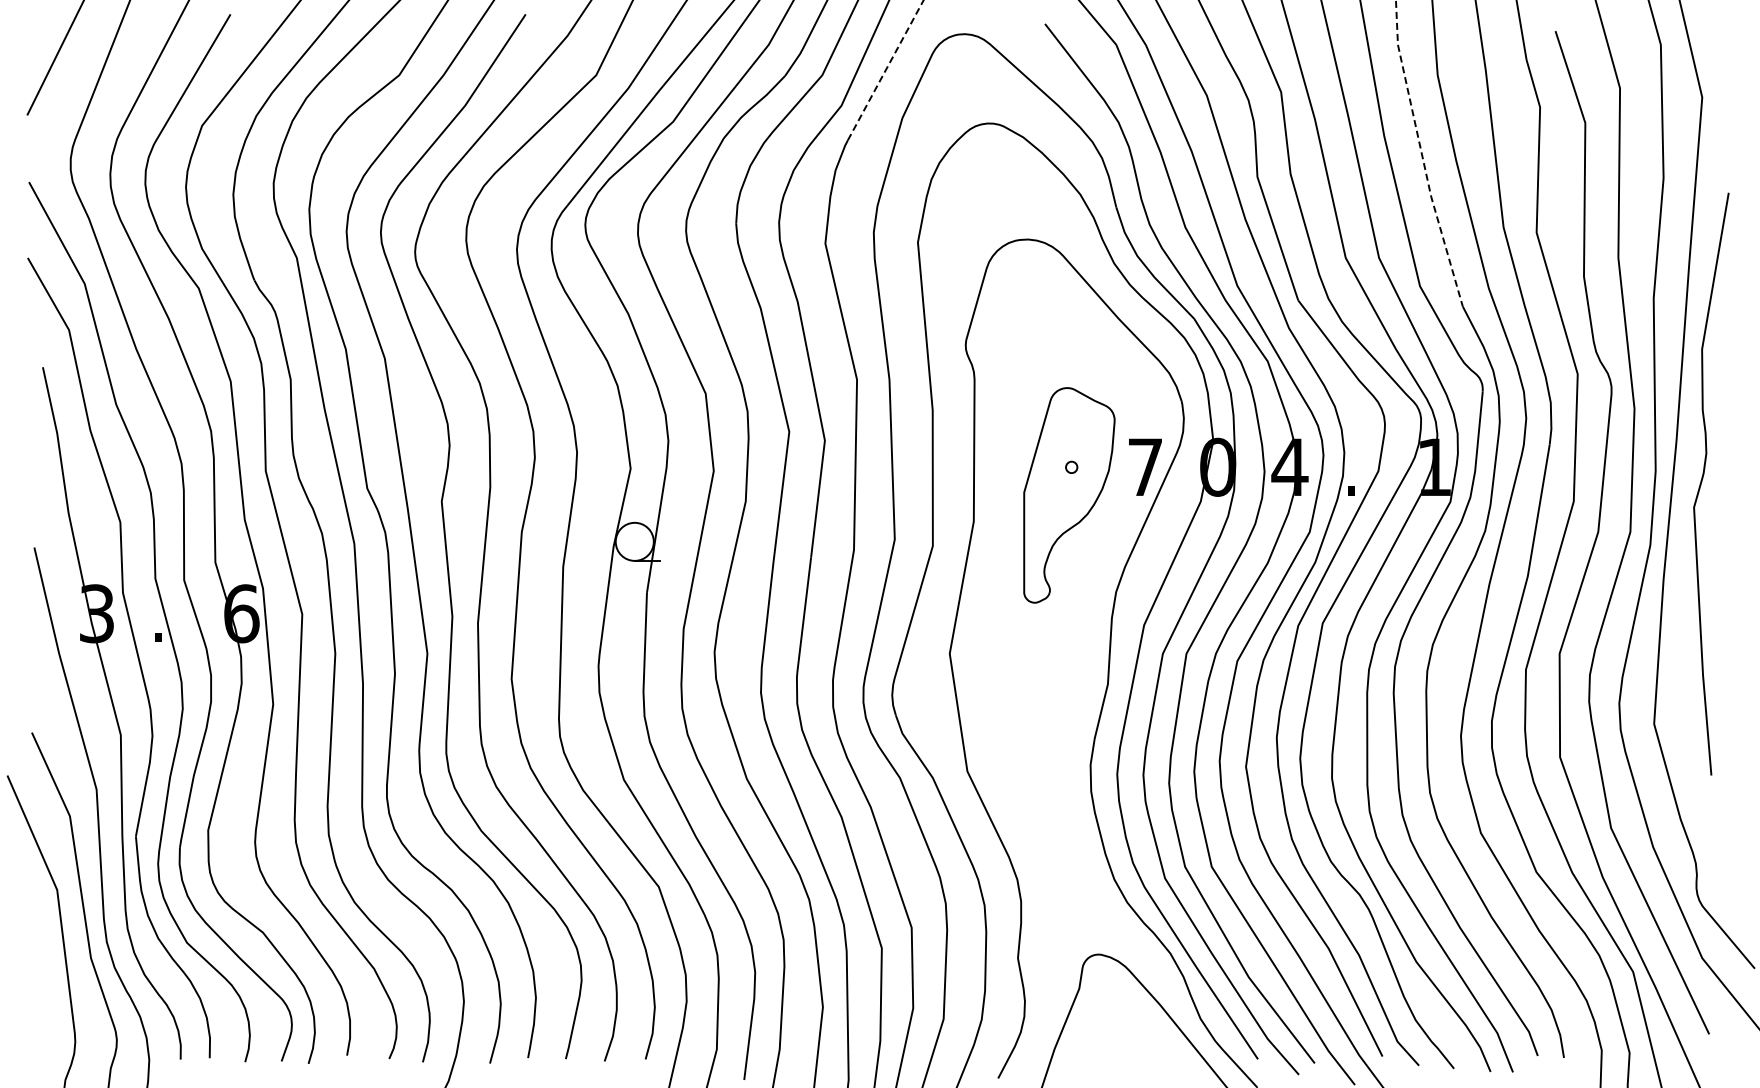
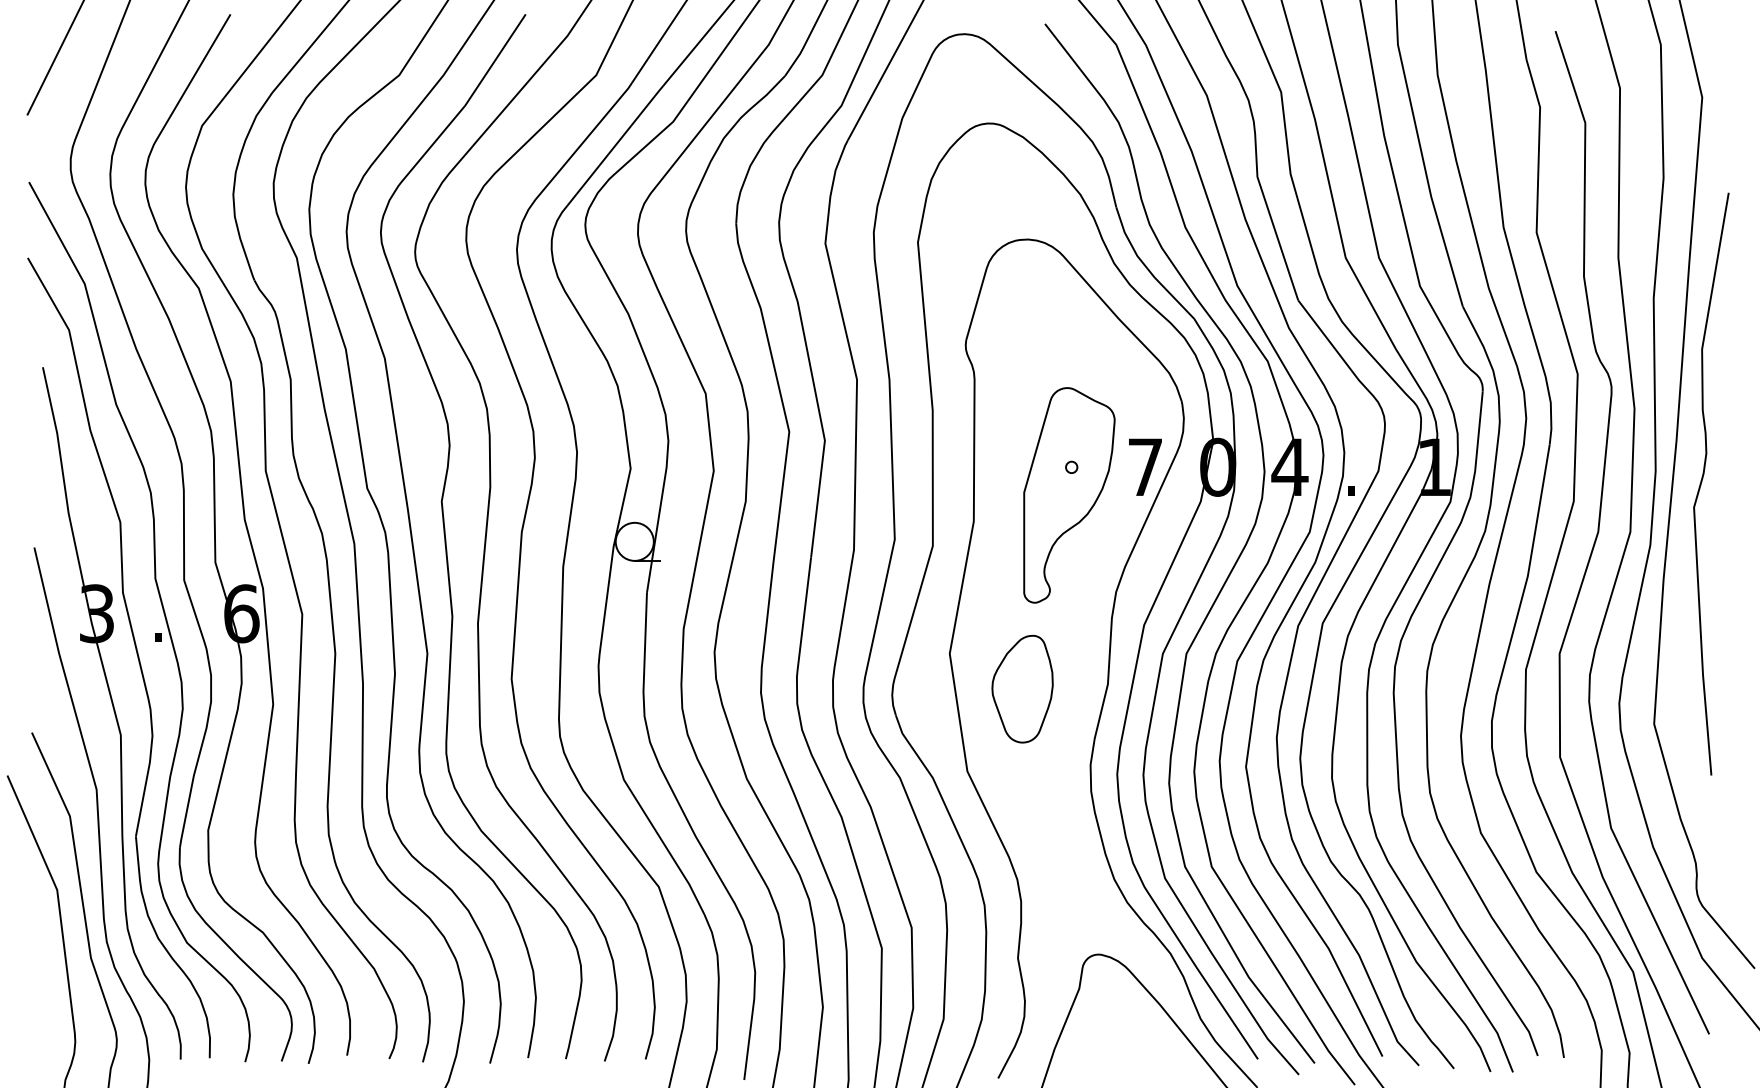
line at (885, 69): dashed -> solid
line at (1422, 155): dashed -> solid
part at (1022, 688): none -> present
